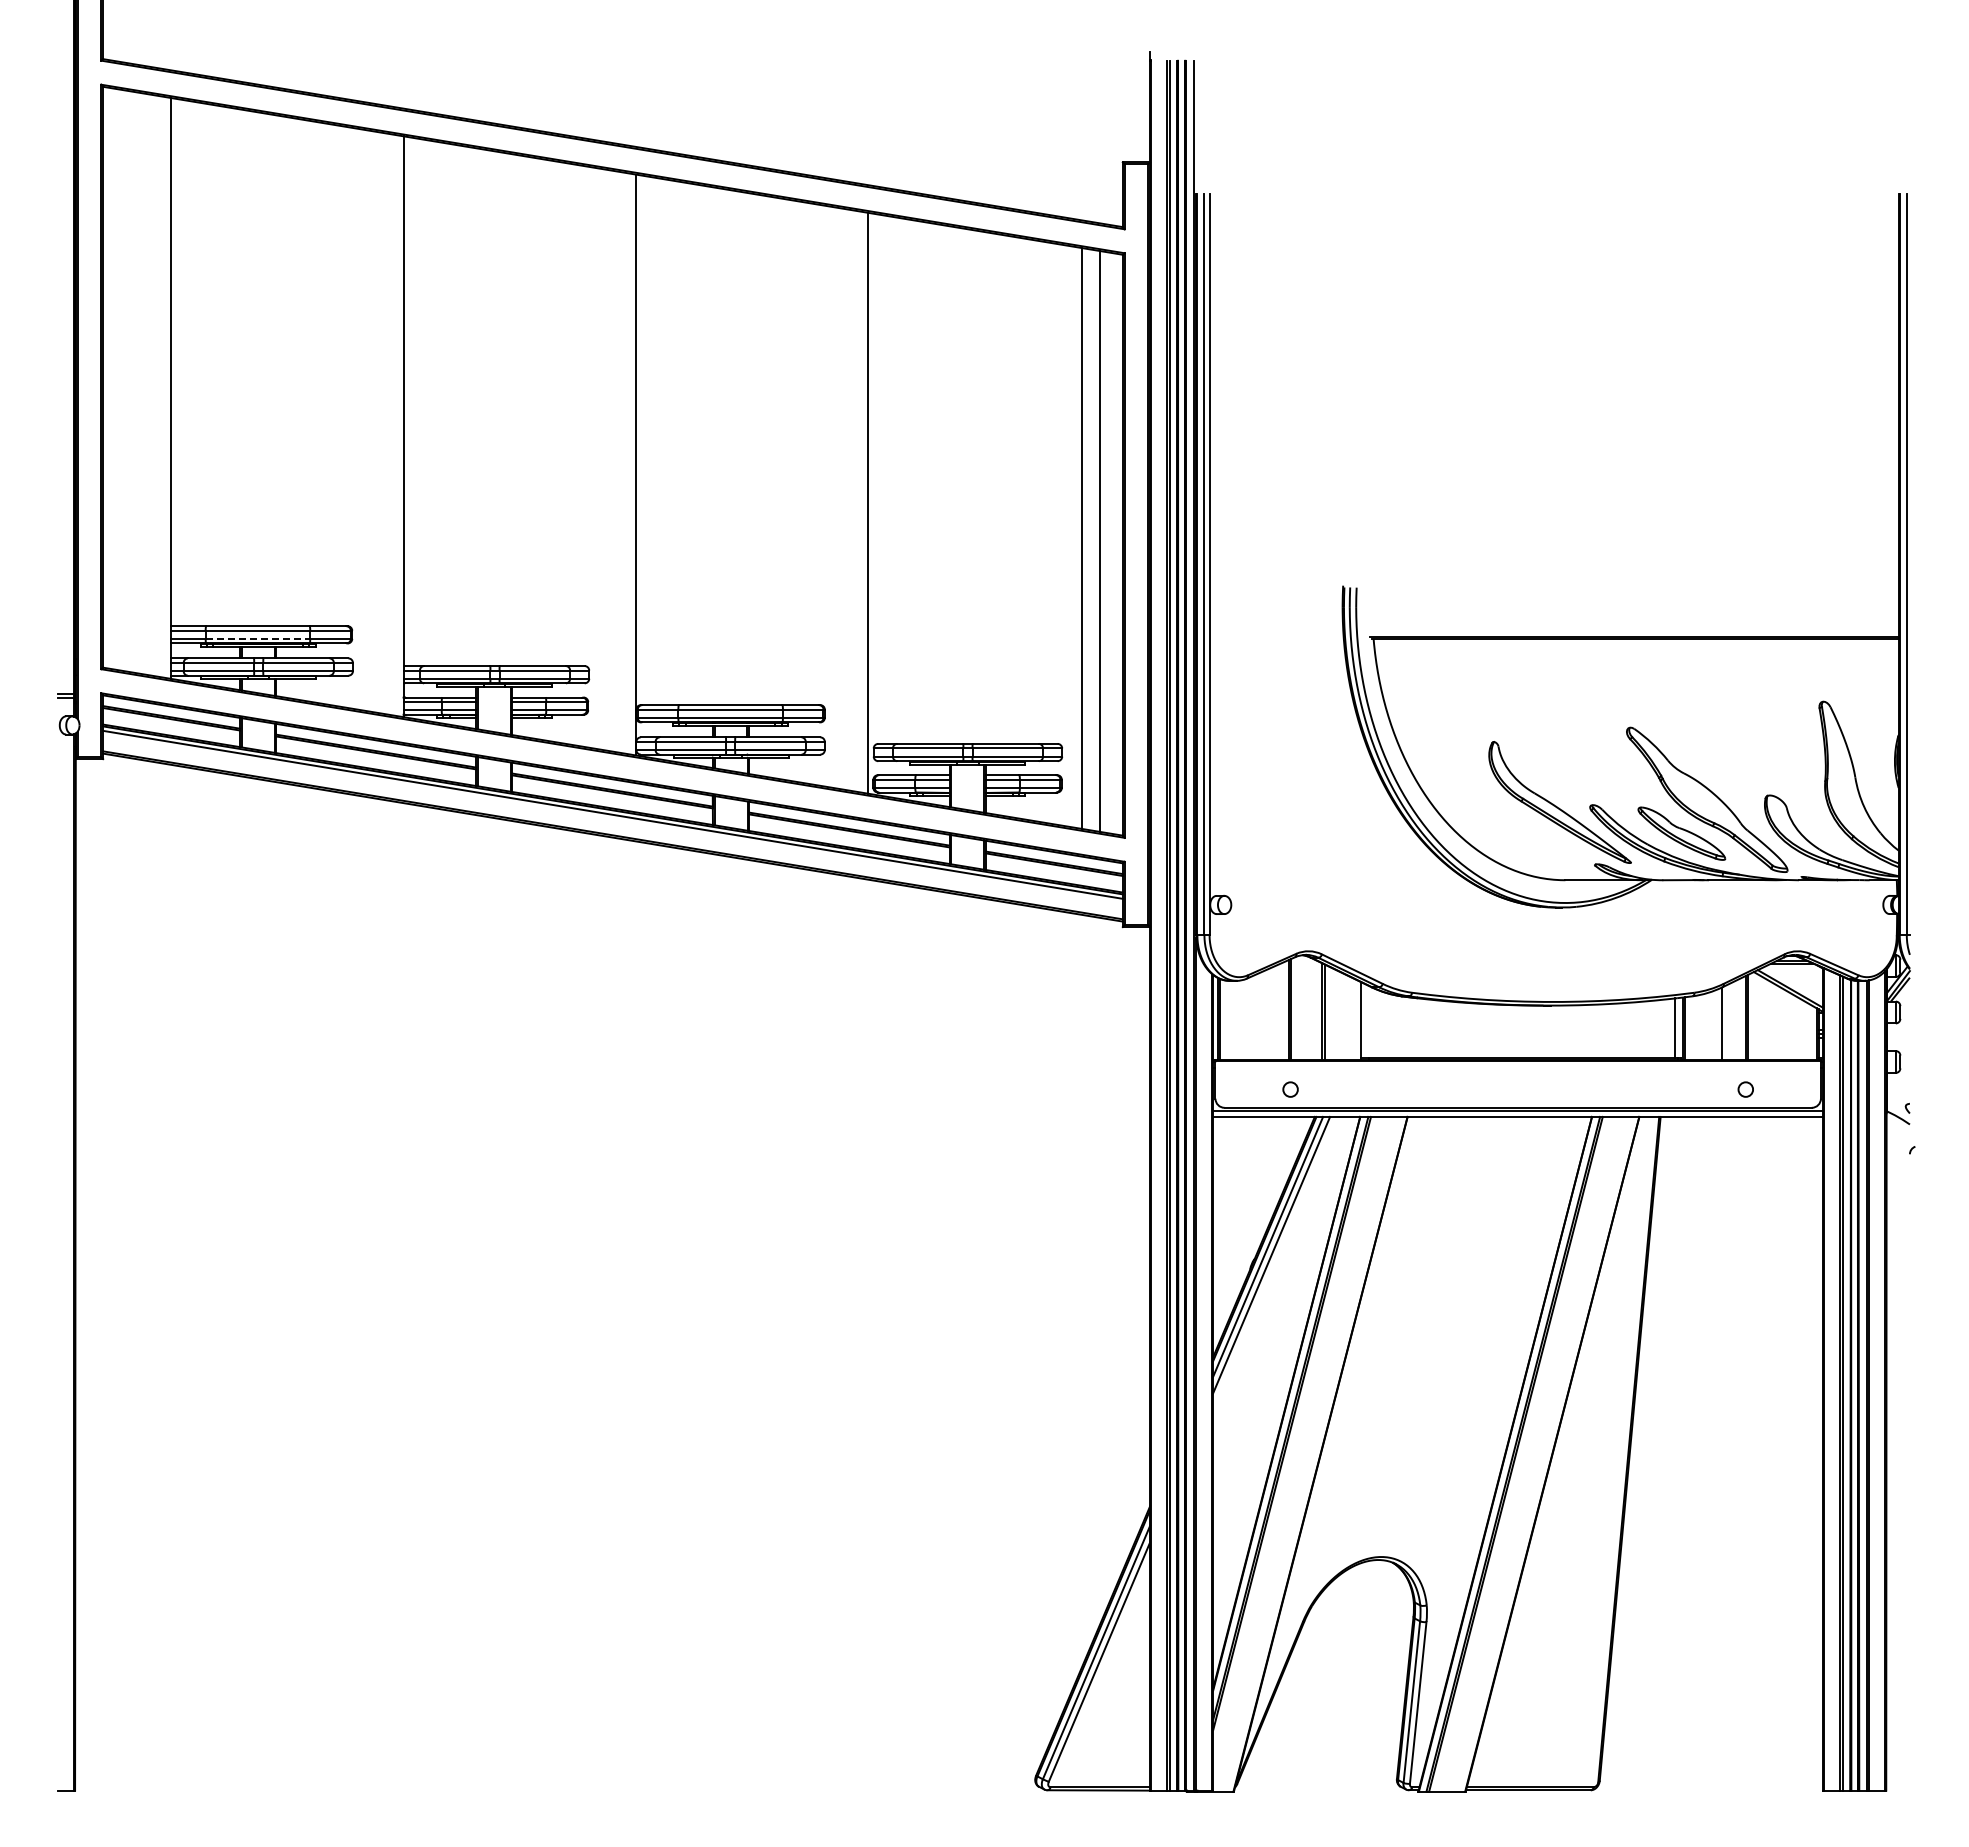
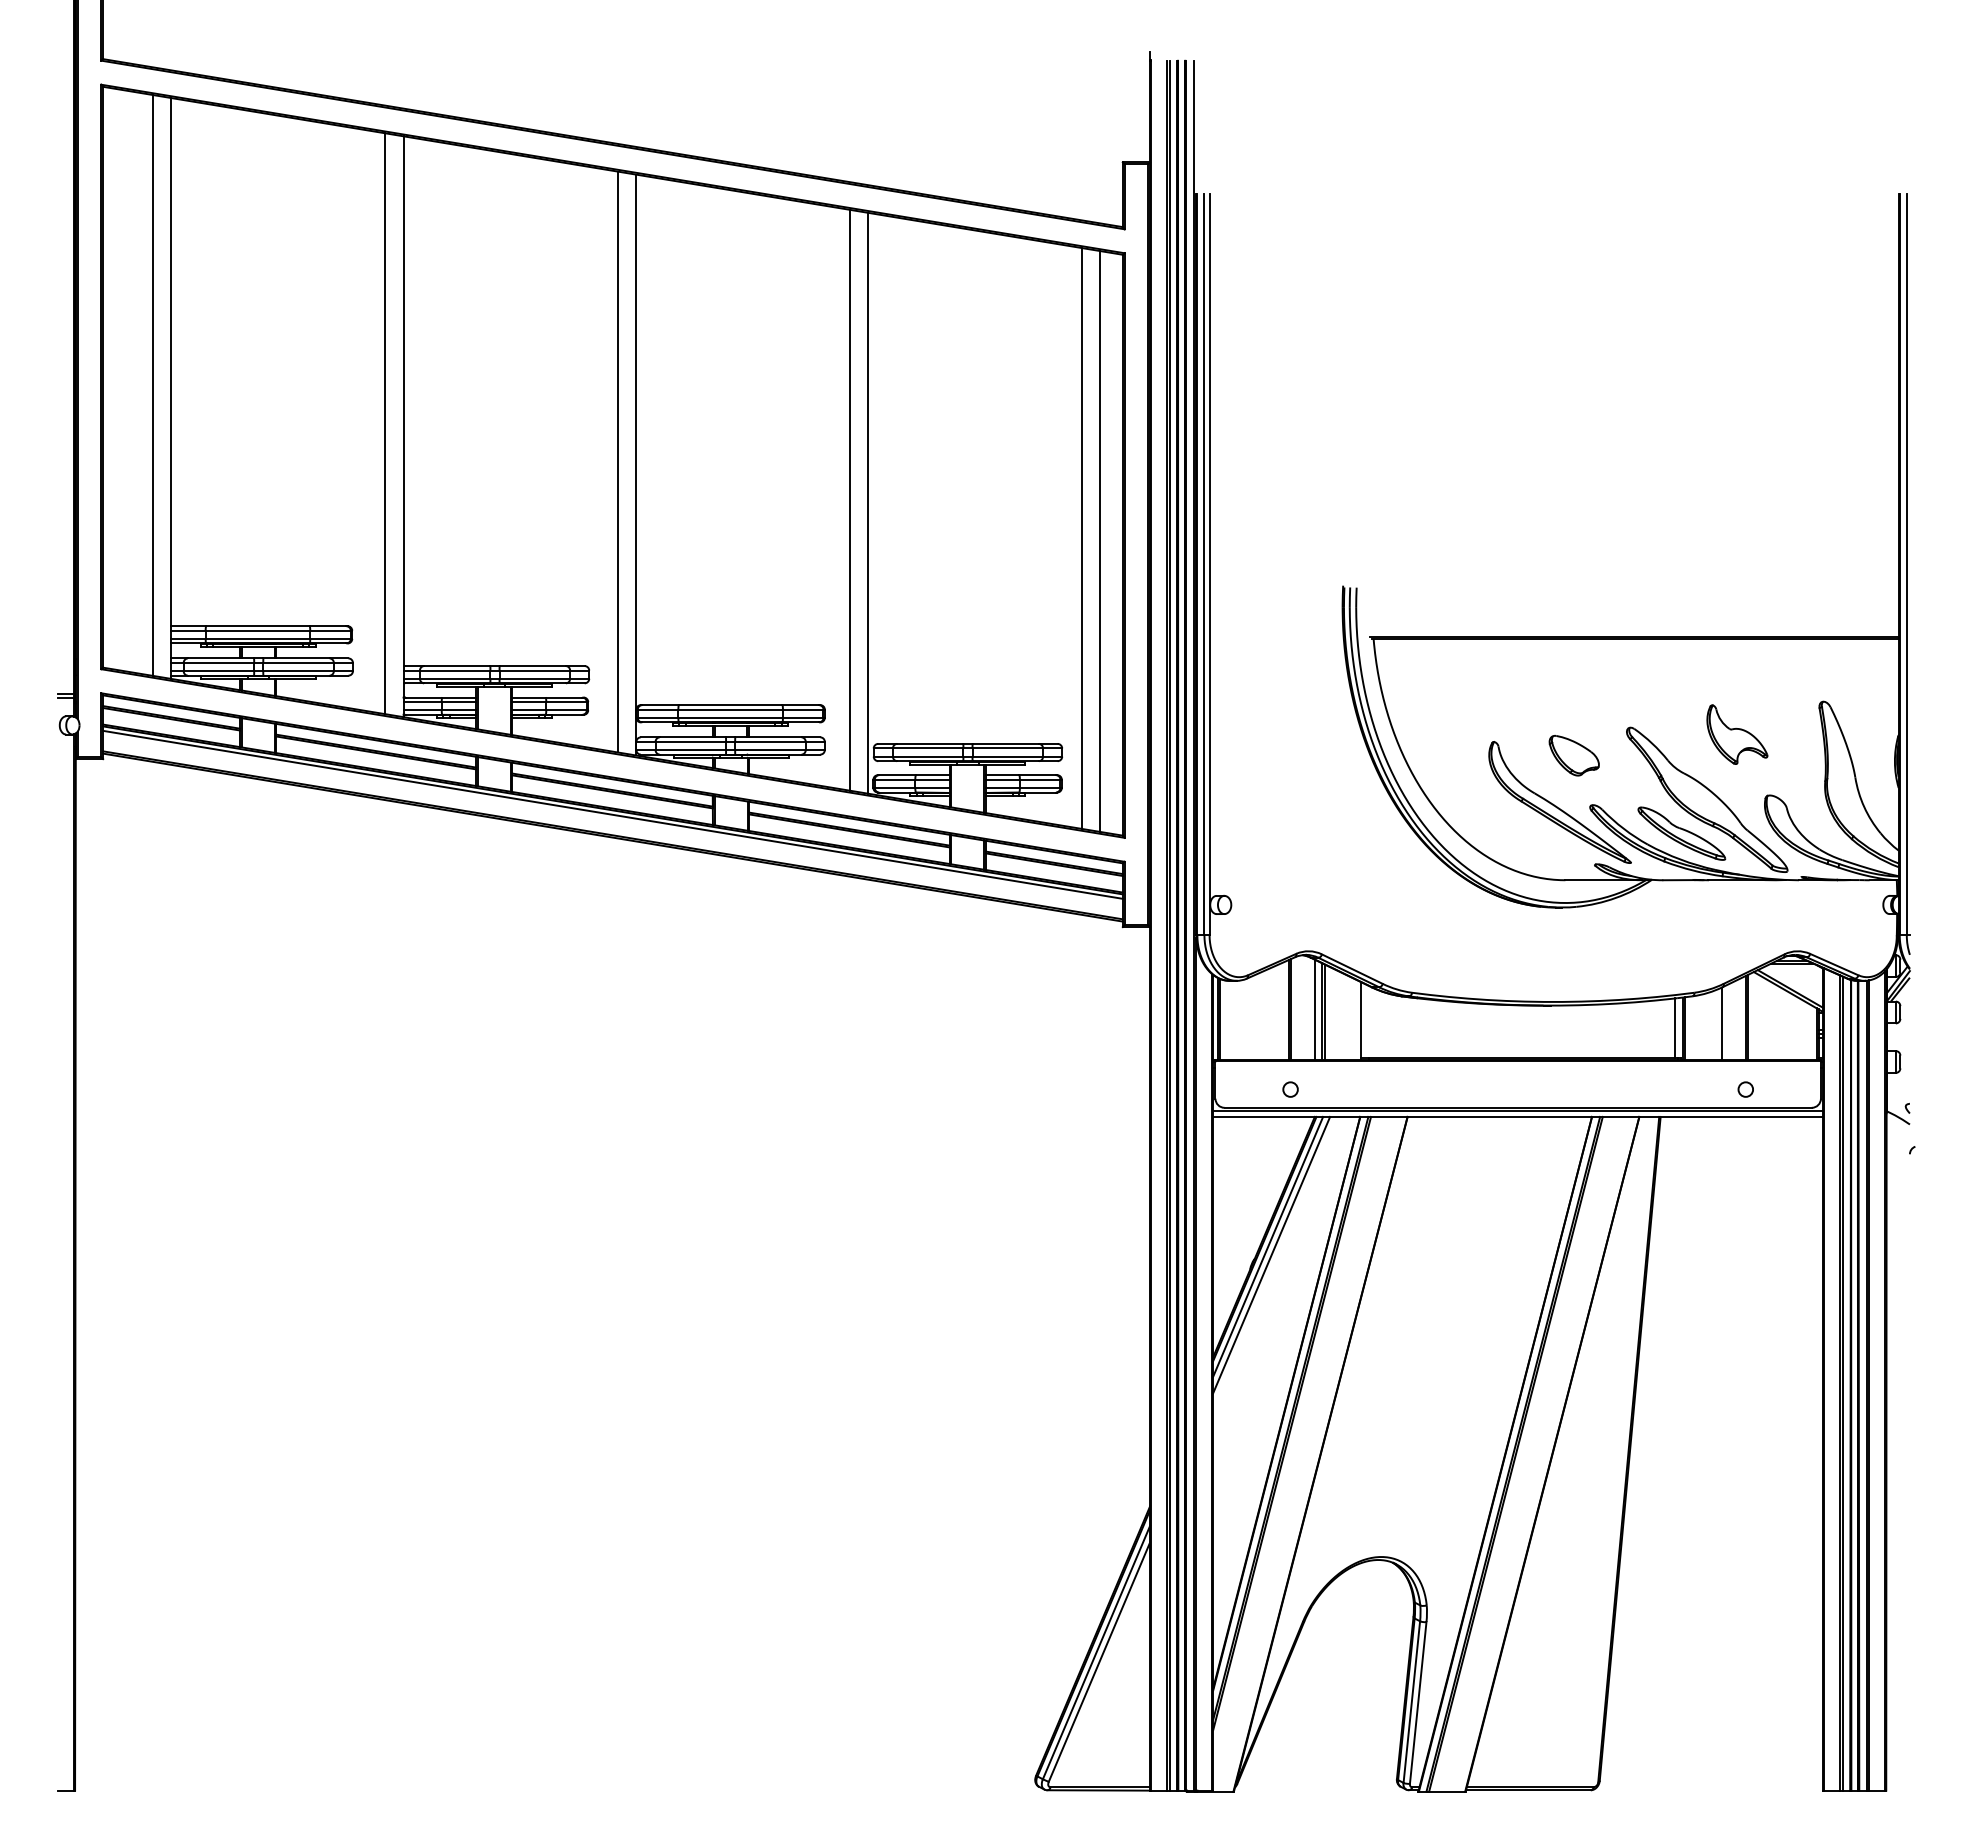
line at (153, 385): none -> present
line at (385, 423): none -> present
line at (617, 461): none -> present
line at (849, 499): none -> present
line at (258, 638): dashed -> solid
part at (1737, 734): none -> present
part at (1573, 755): none -> present
line at (1314, 1009): none -> present
